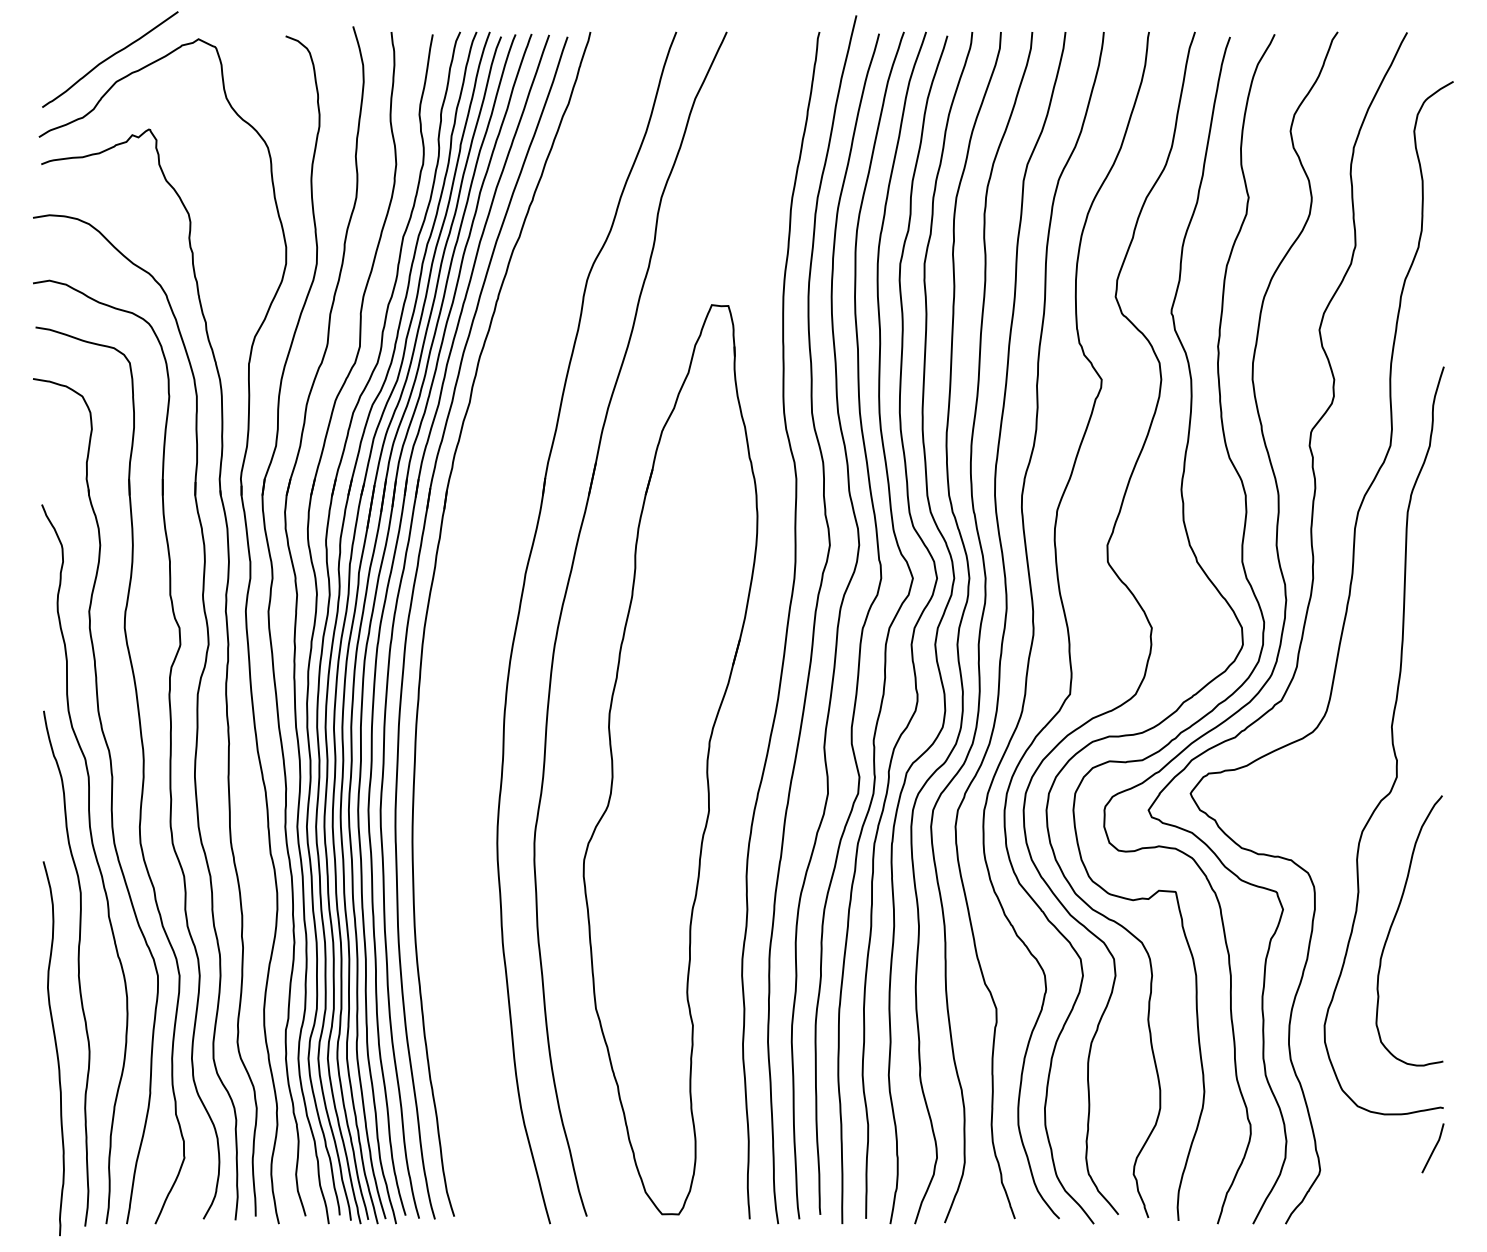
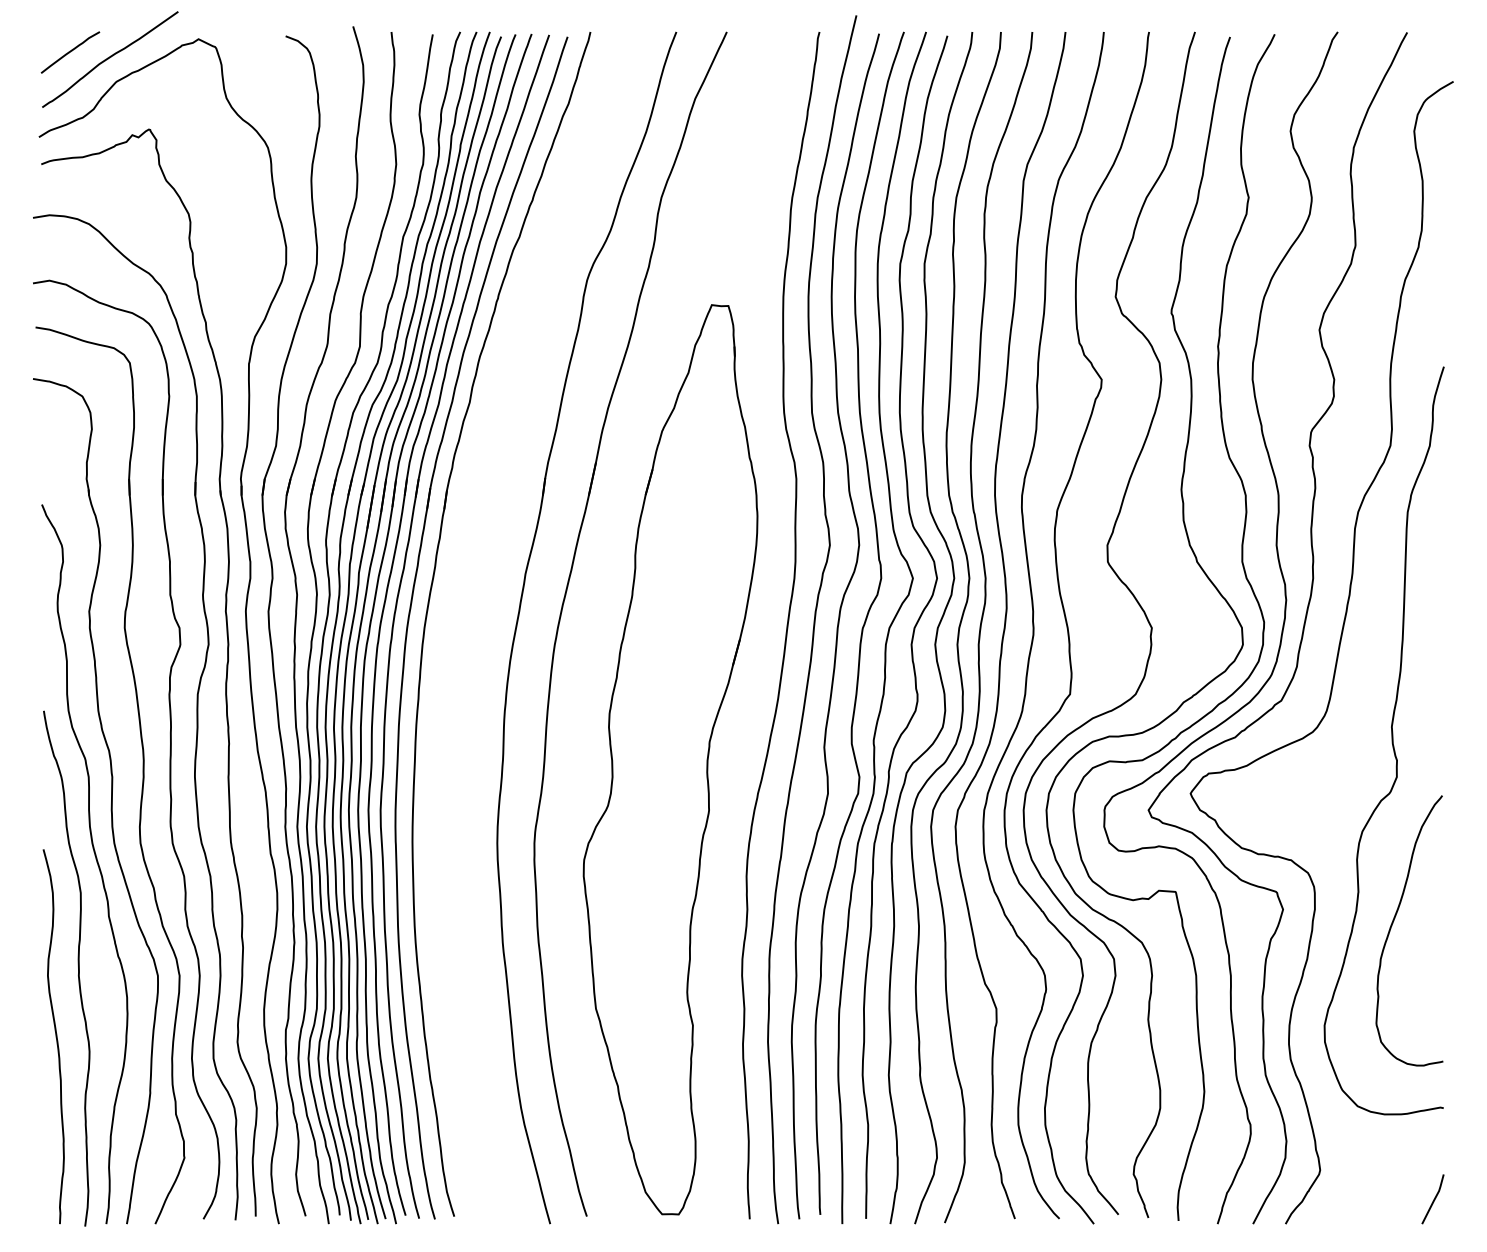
curve at (70, 52): none -> present
curve at (55, 1048) position: (55, 1048) -> (55, 1036)
line at (1433, 1148) position: (1433, 1148) -> (1433, 1199)
